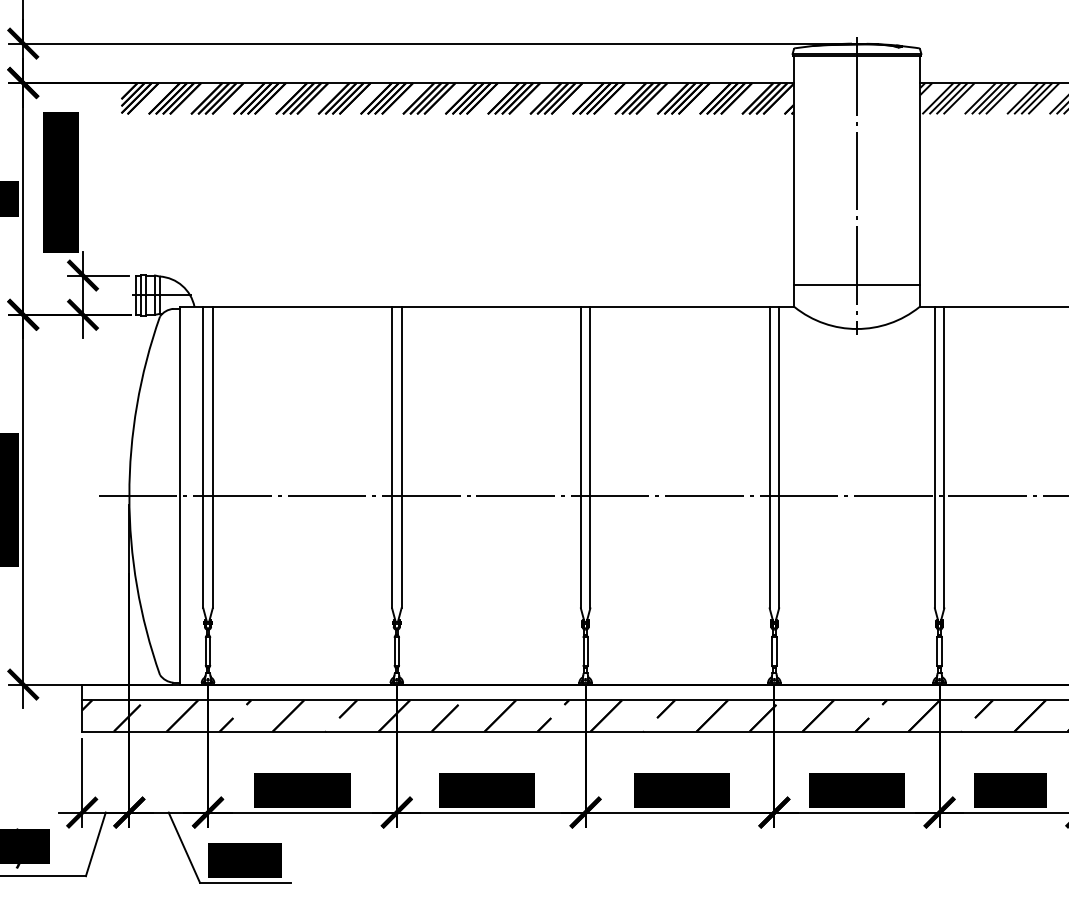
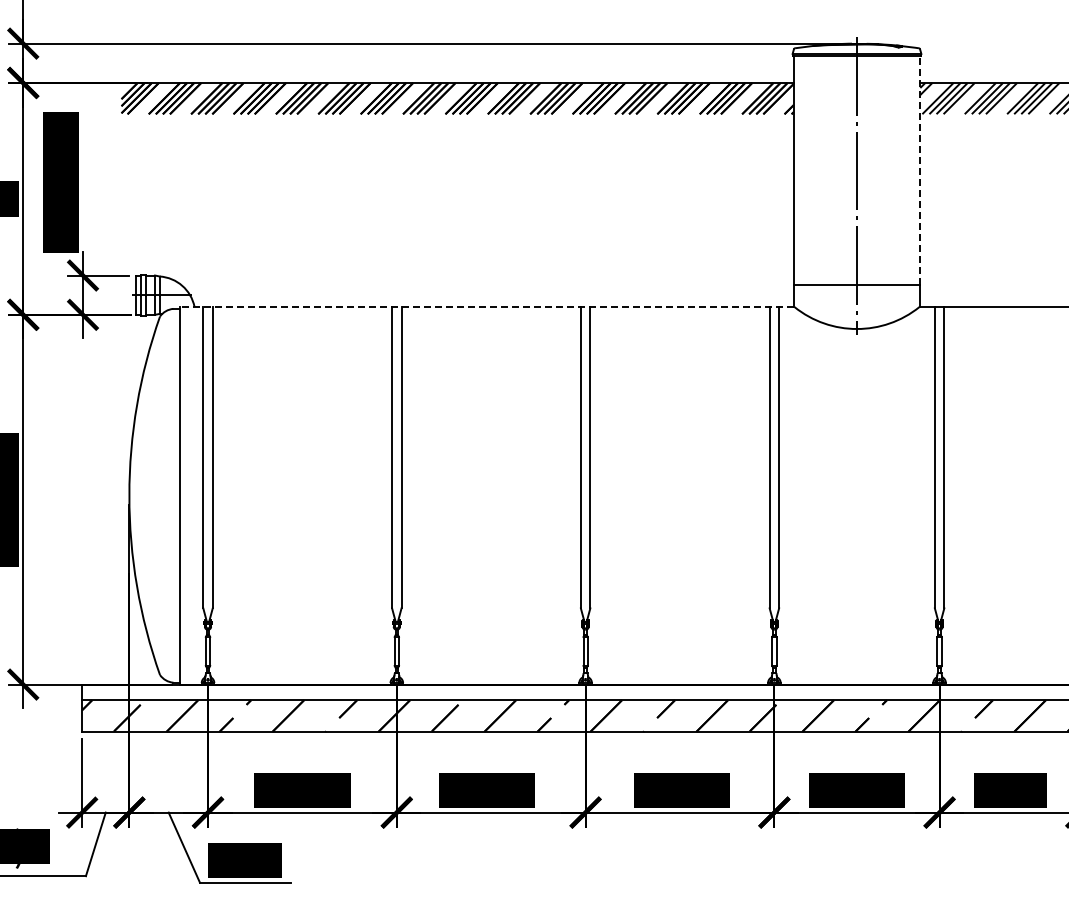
line at (920, 169): solid -> dashed
line at (486, 307): solid -> dashed
line at (581, 495): present -> none
